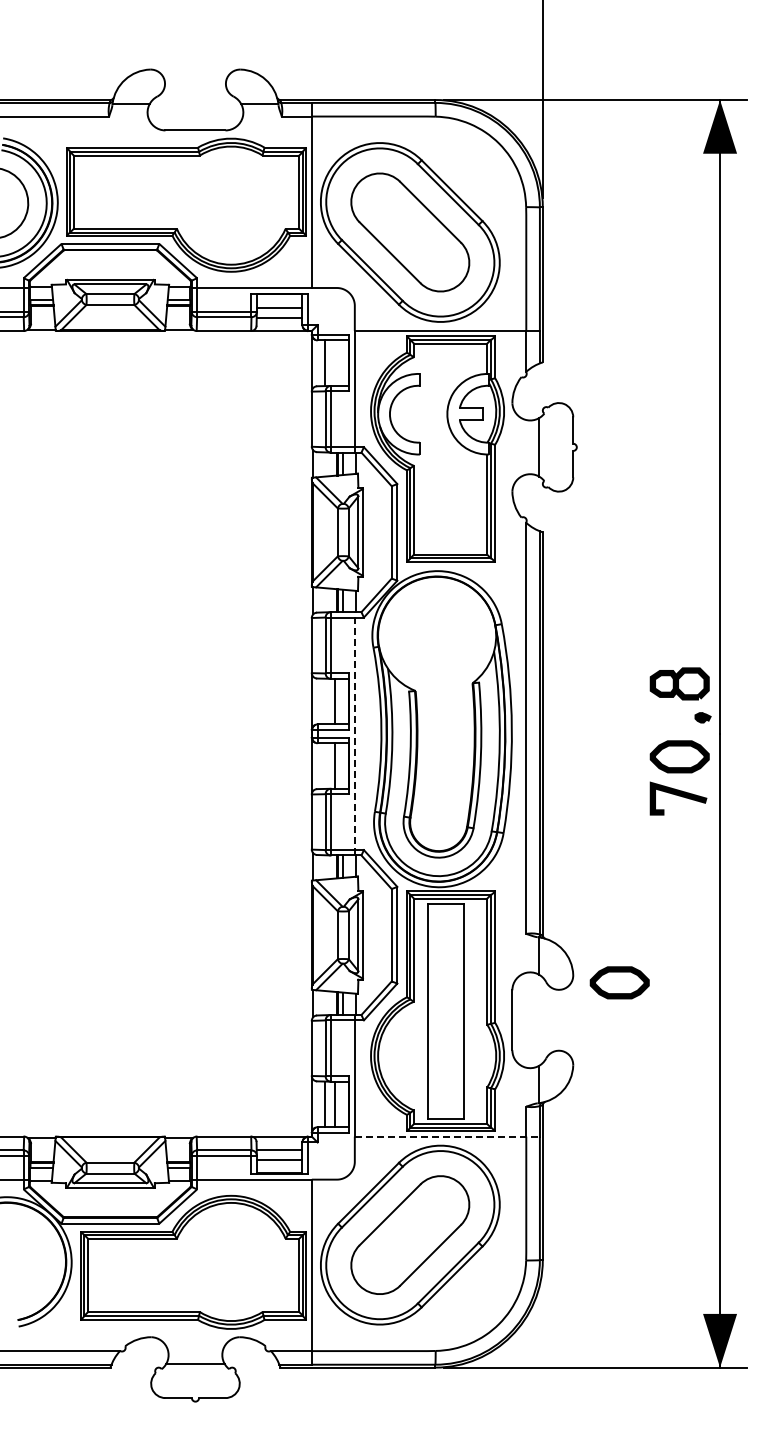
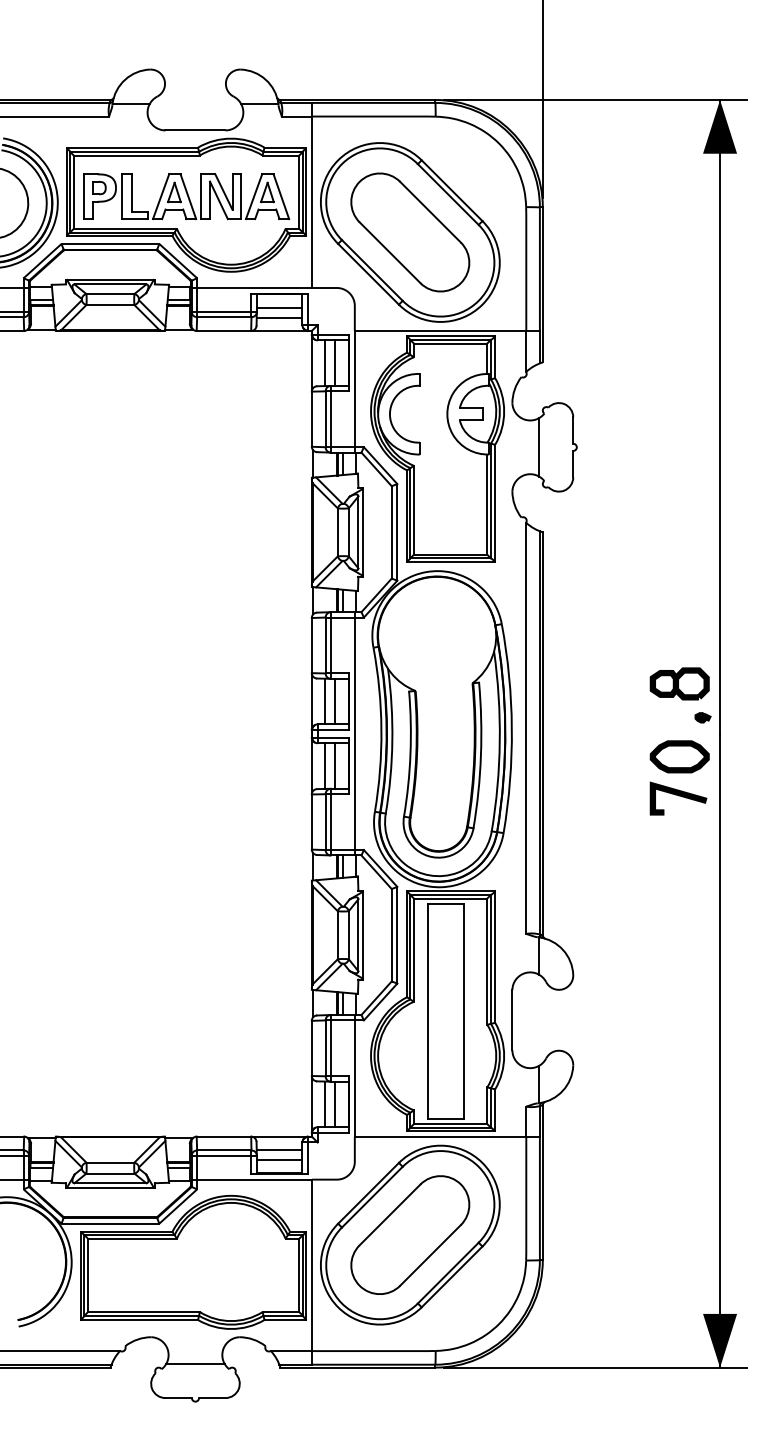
part at (186, 196): none -> present
line at (335, 362): none -> present
line at (324, 701): none -> present
line at (354, 733): dashed -> solid
line at (324, 765): none -> present
part at (619, 982): present -> none
line at (447, 1136): dashed -> solid
